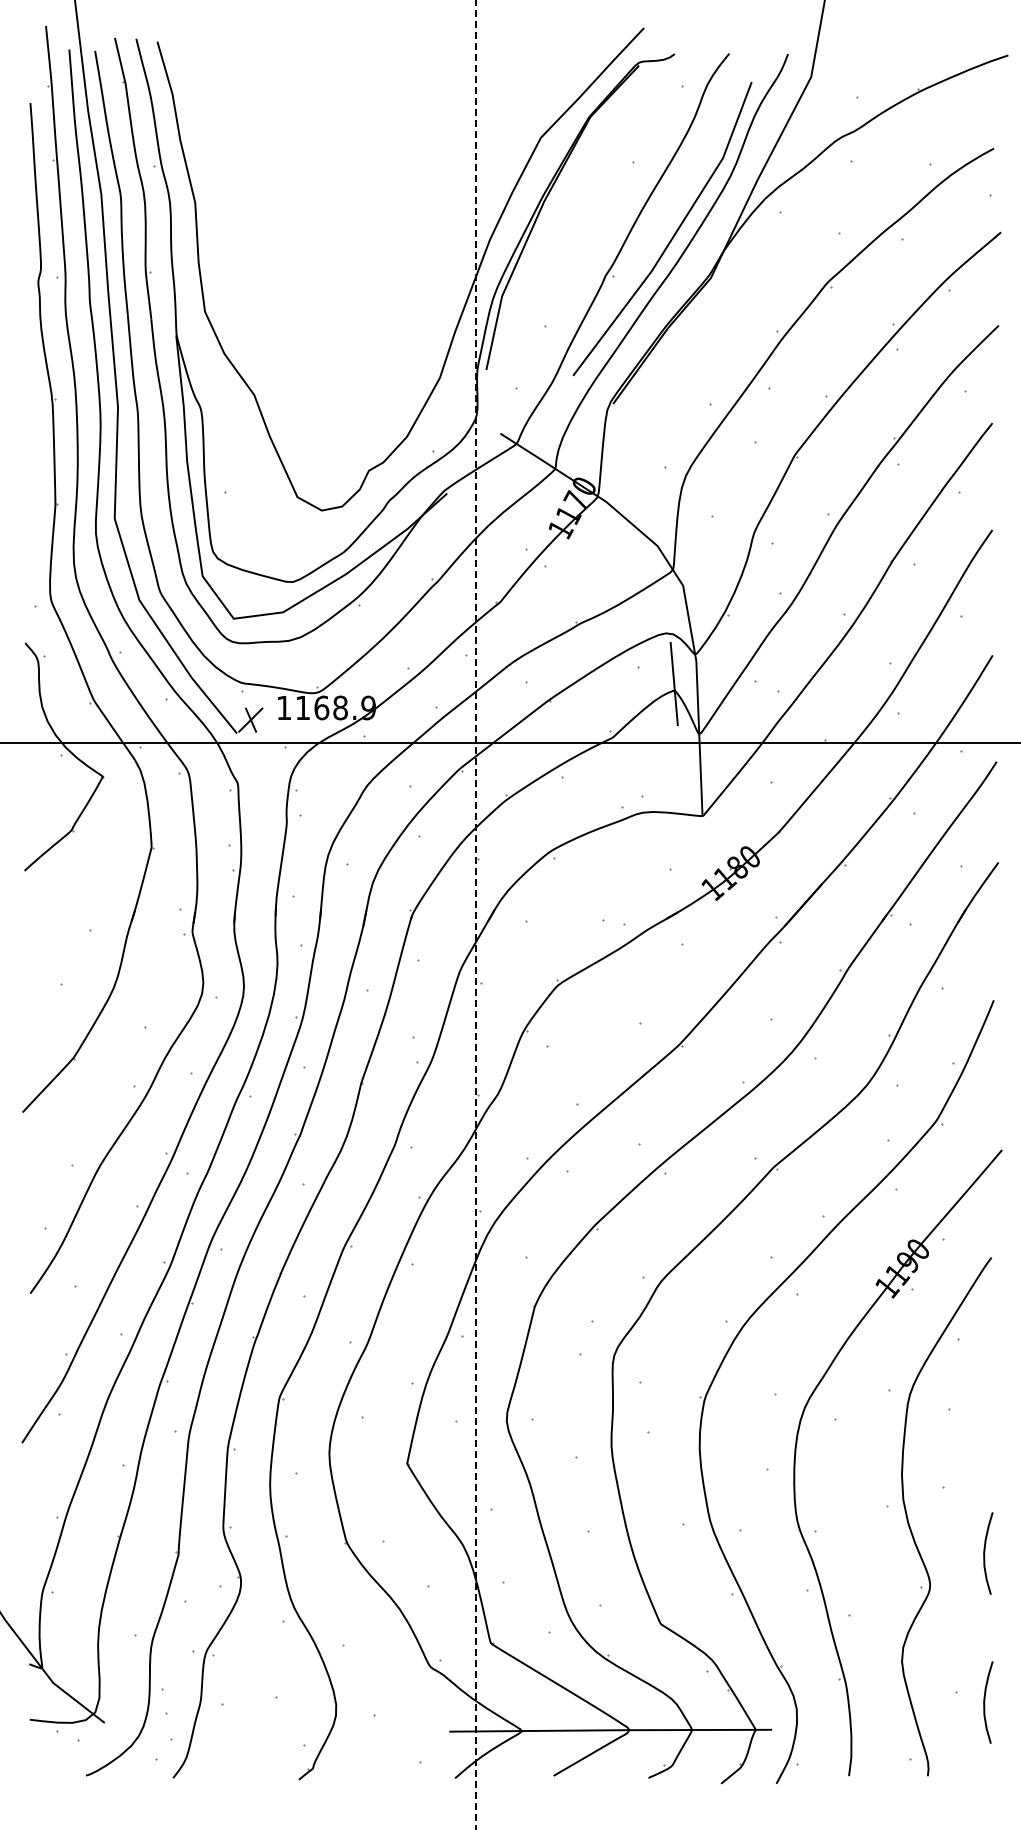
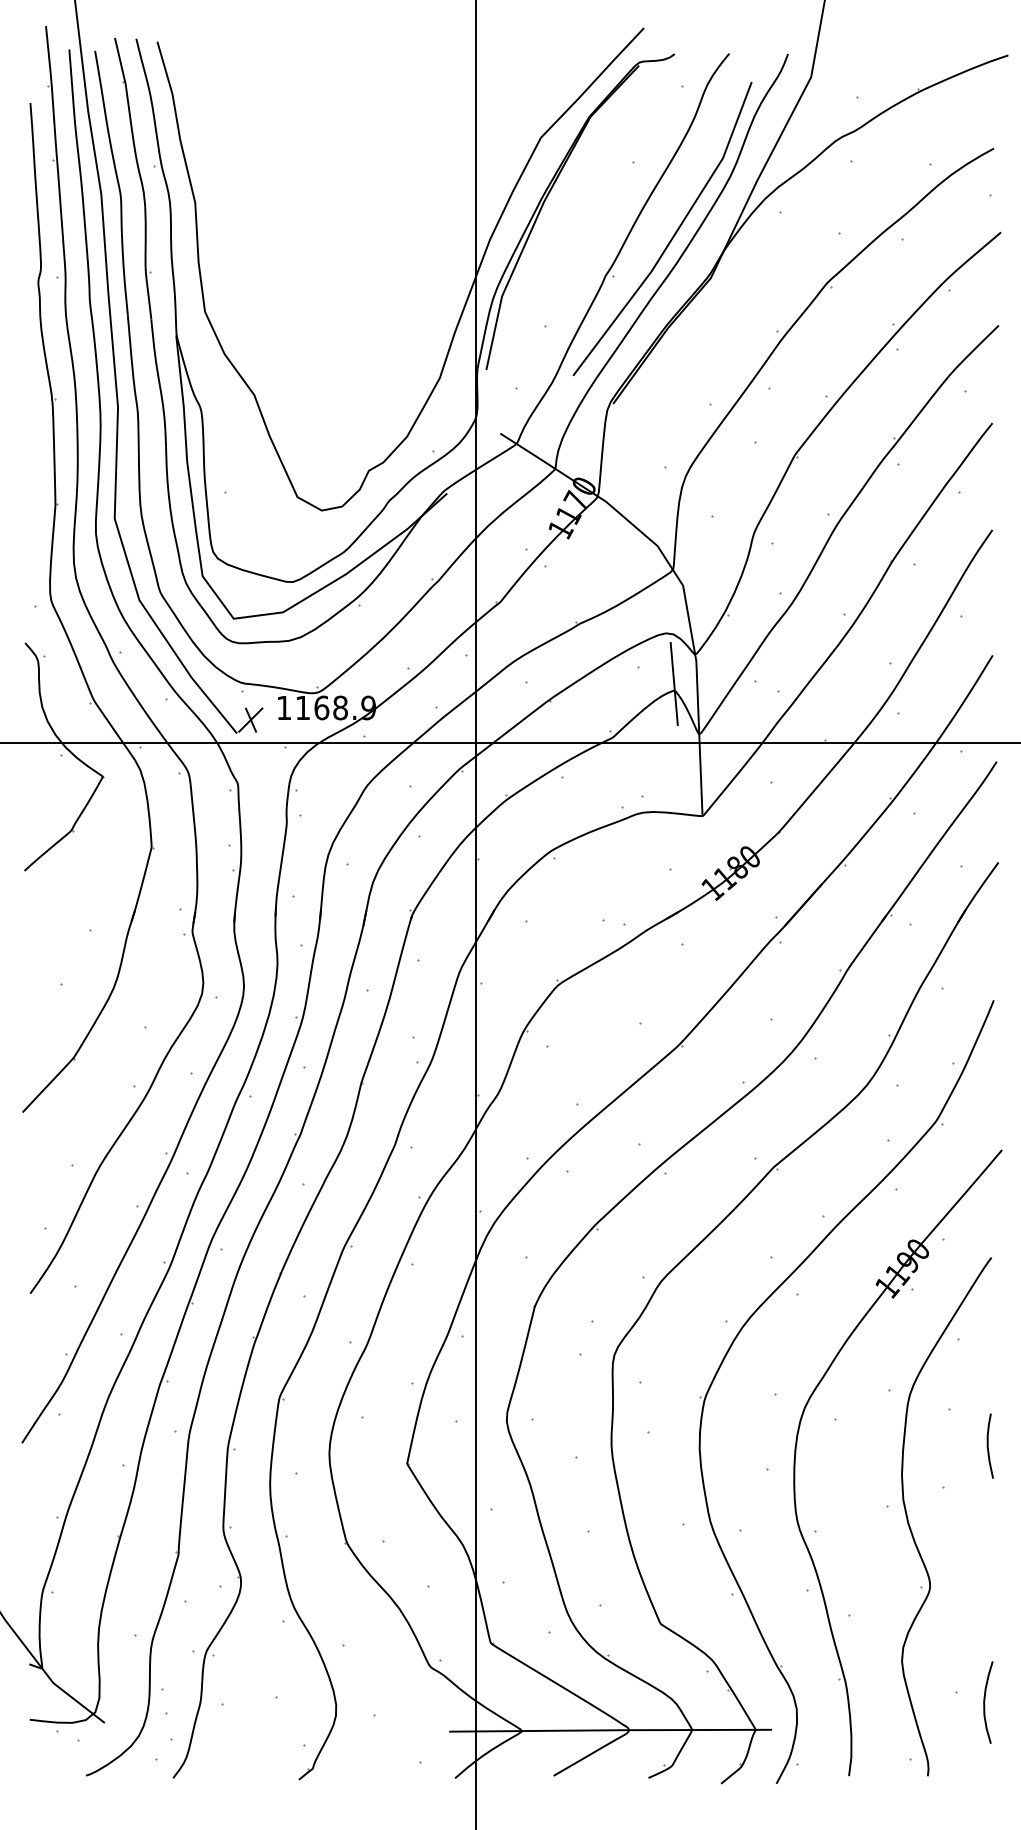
line at (476, 914): dashed -> solid
curve at (988, 1445): none -> present
curve at (985, 1552): present -> none
